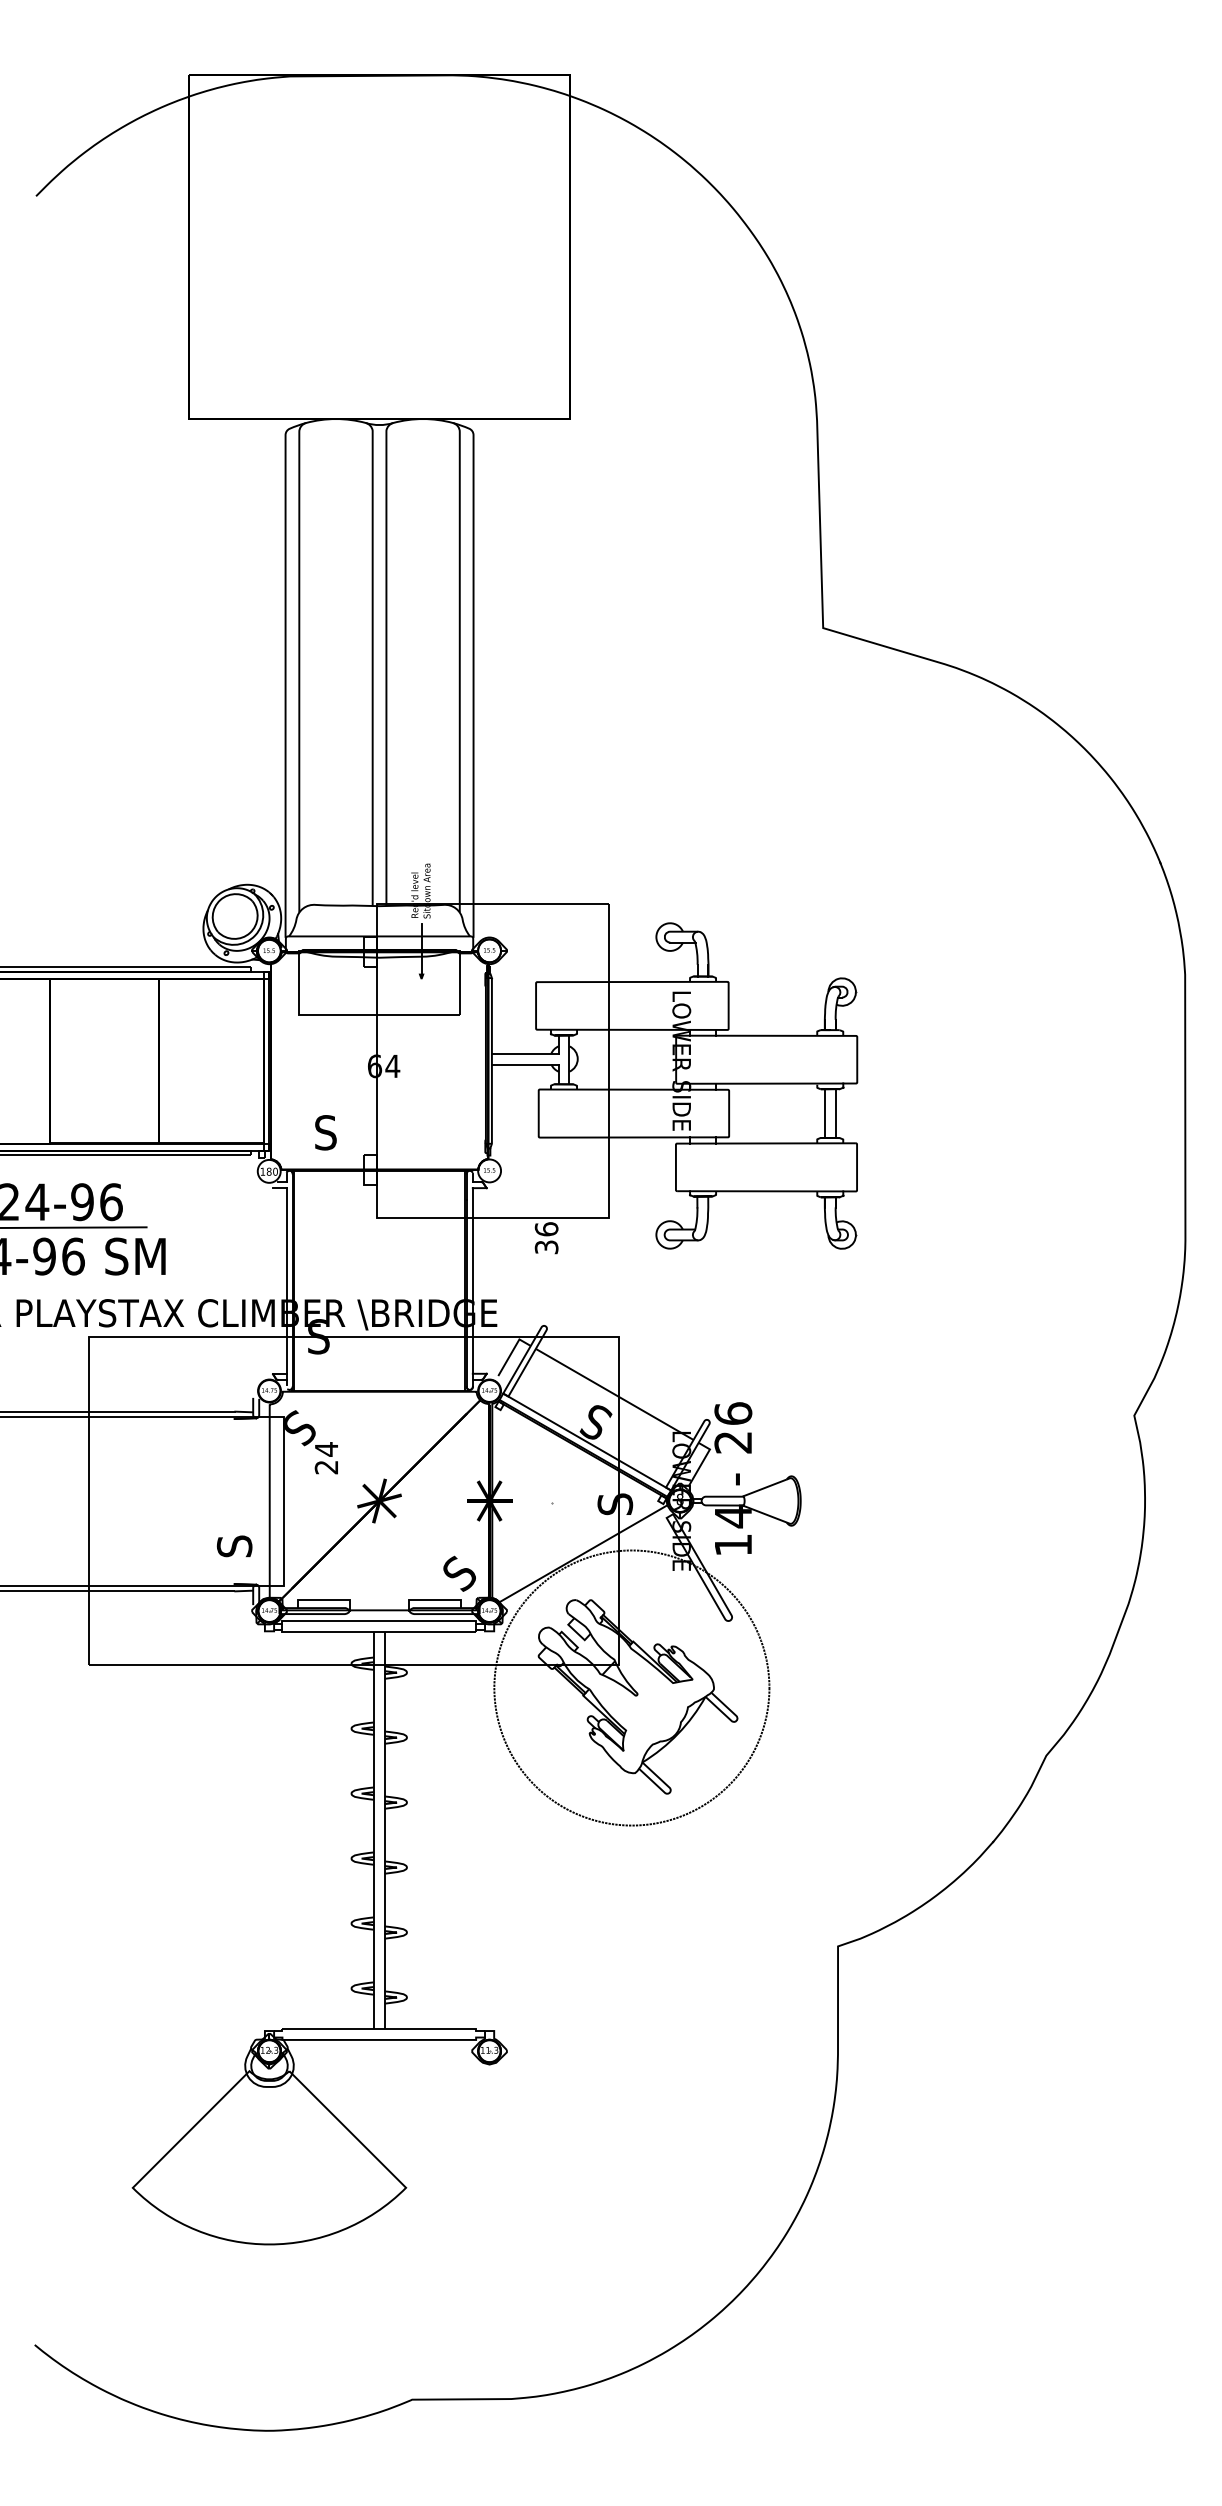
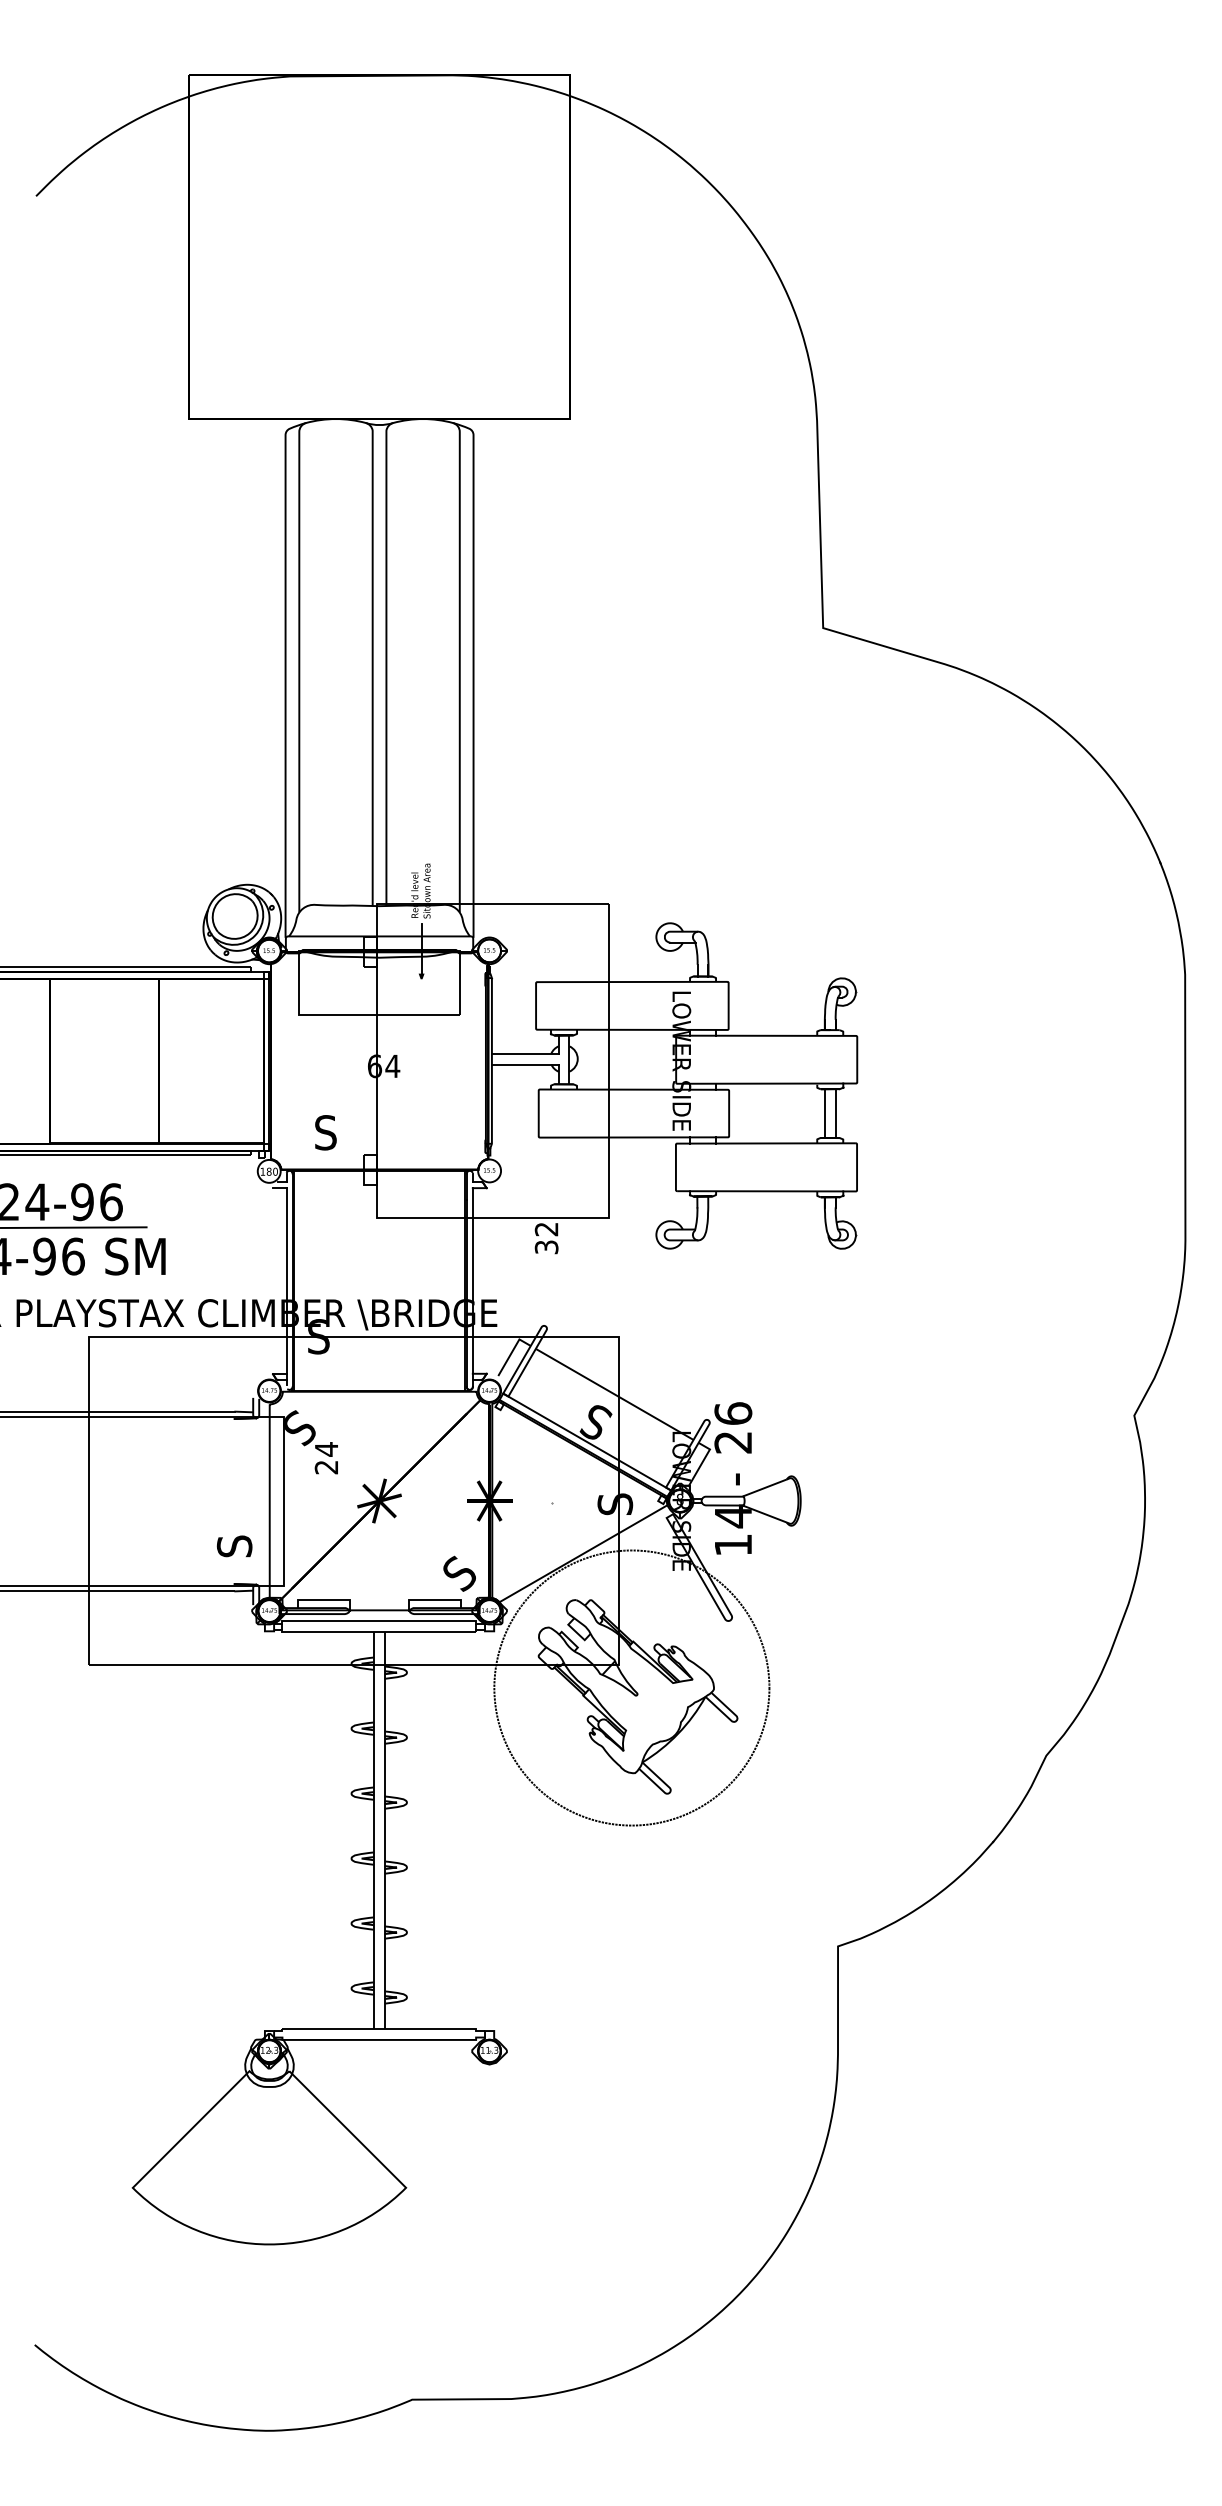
text at (546, 1229): 36 -> 32
